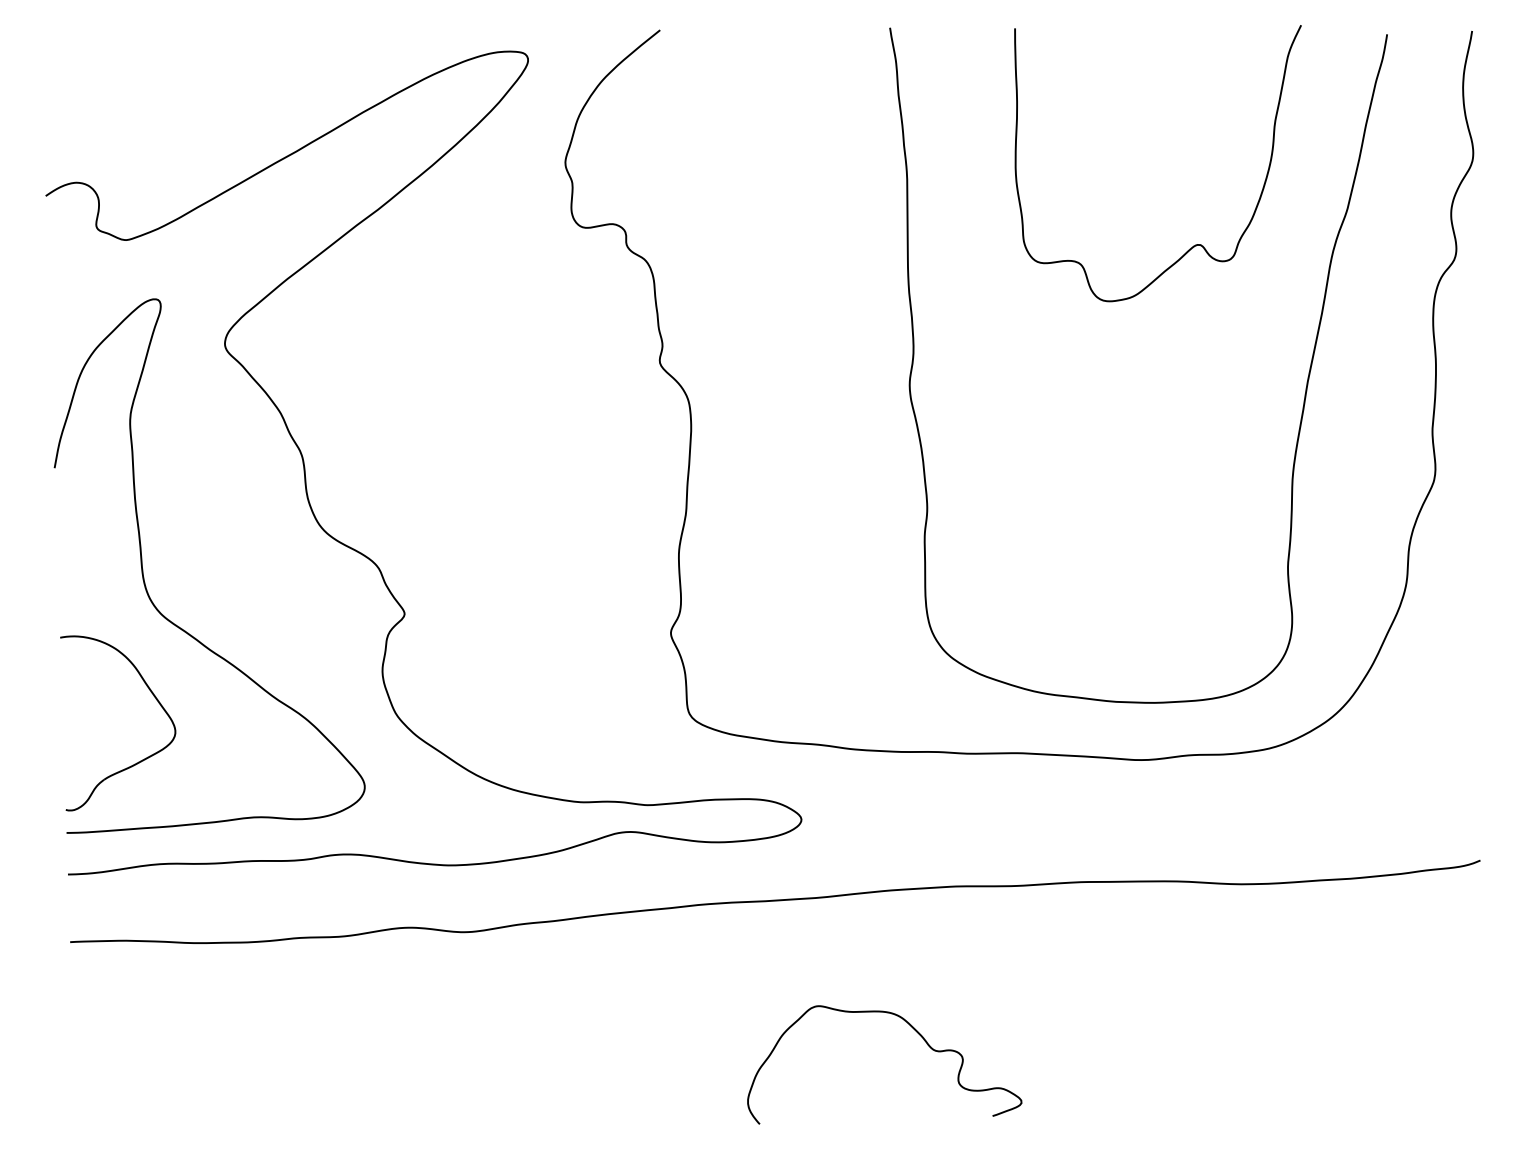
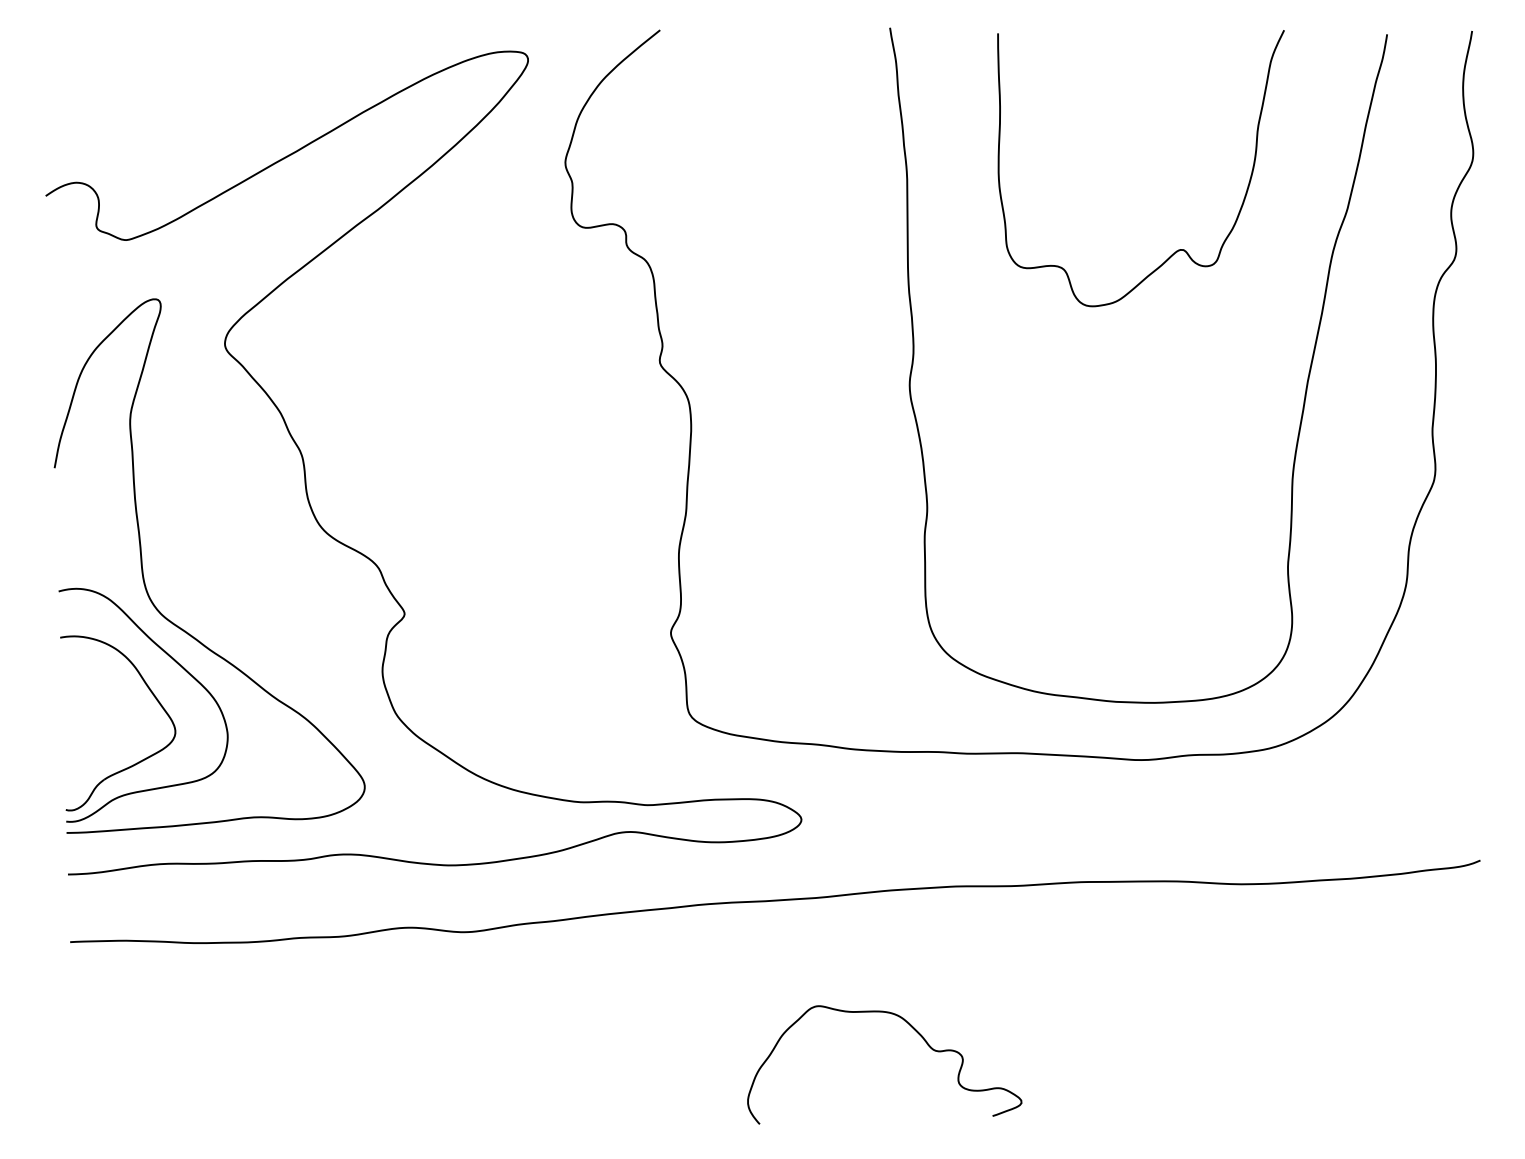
curve at (1195, 244) position: (1195, 244) -> (1178, 249)
curve at (177, 664): none -> present
